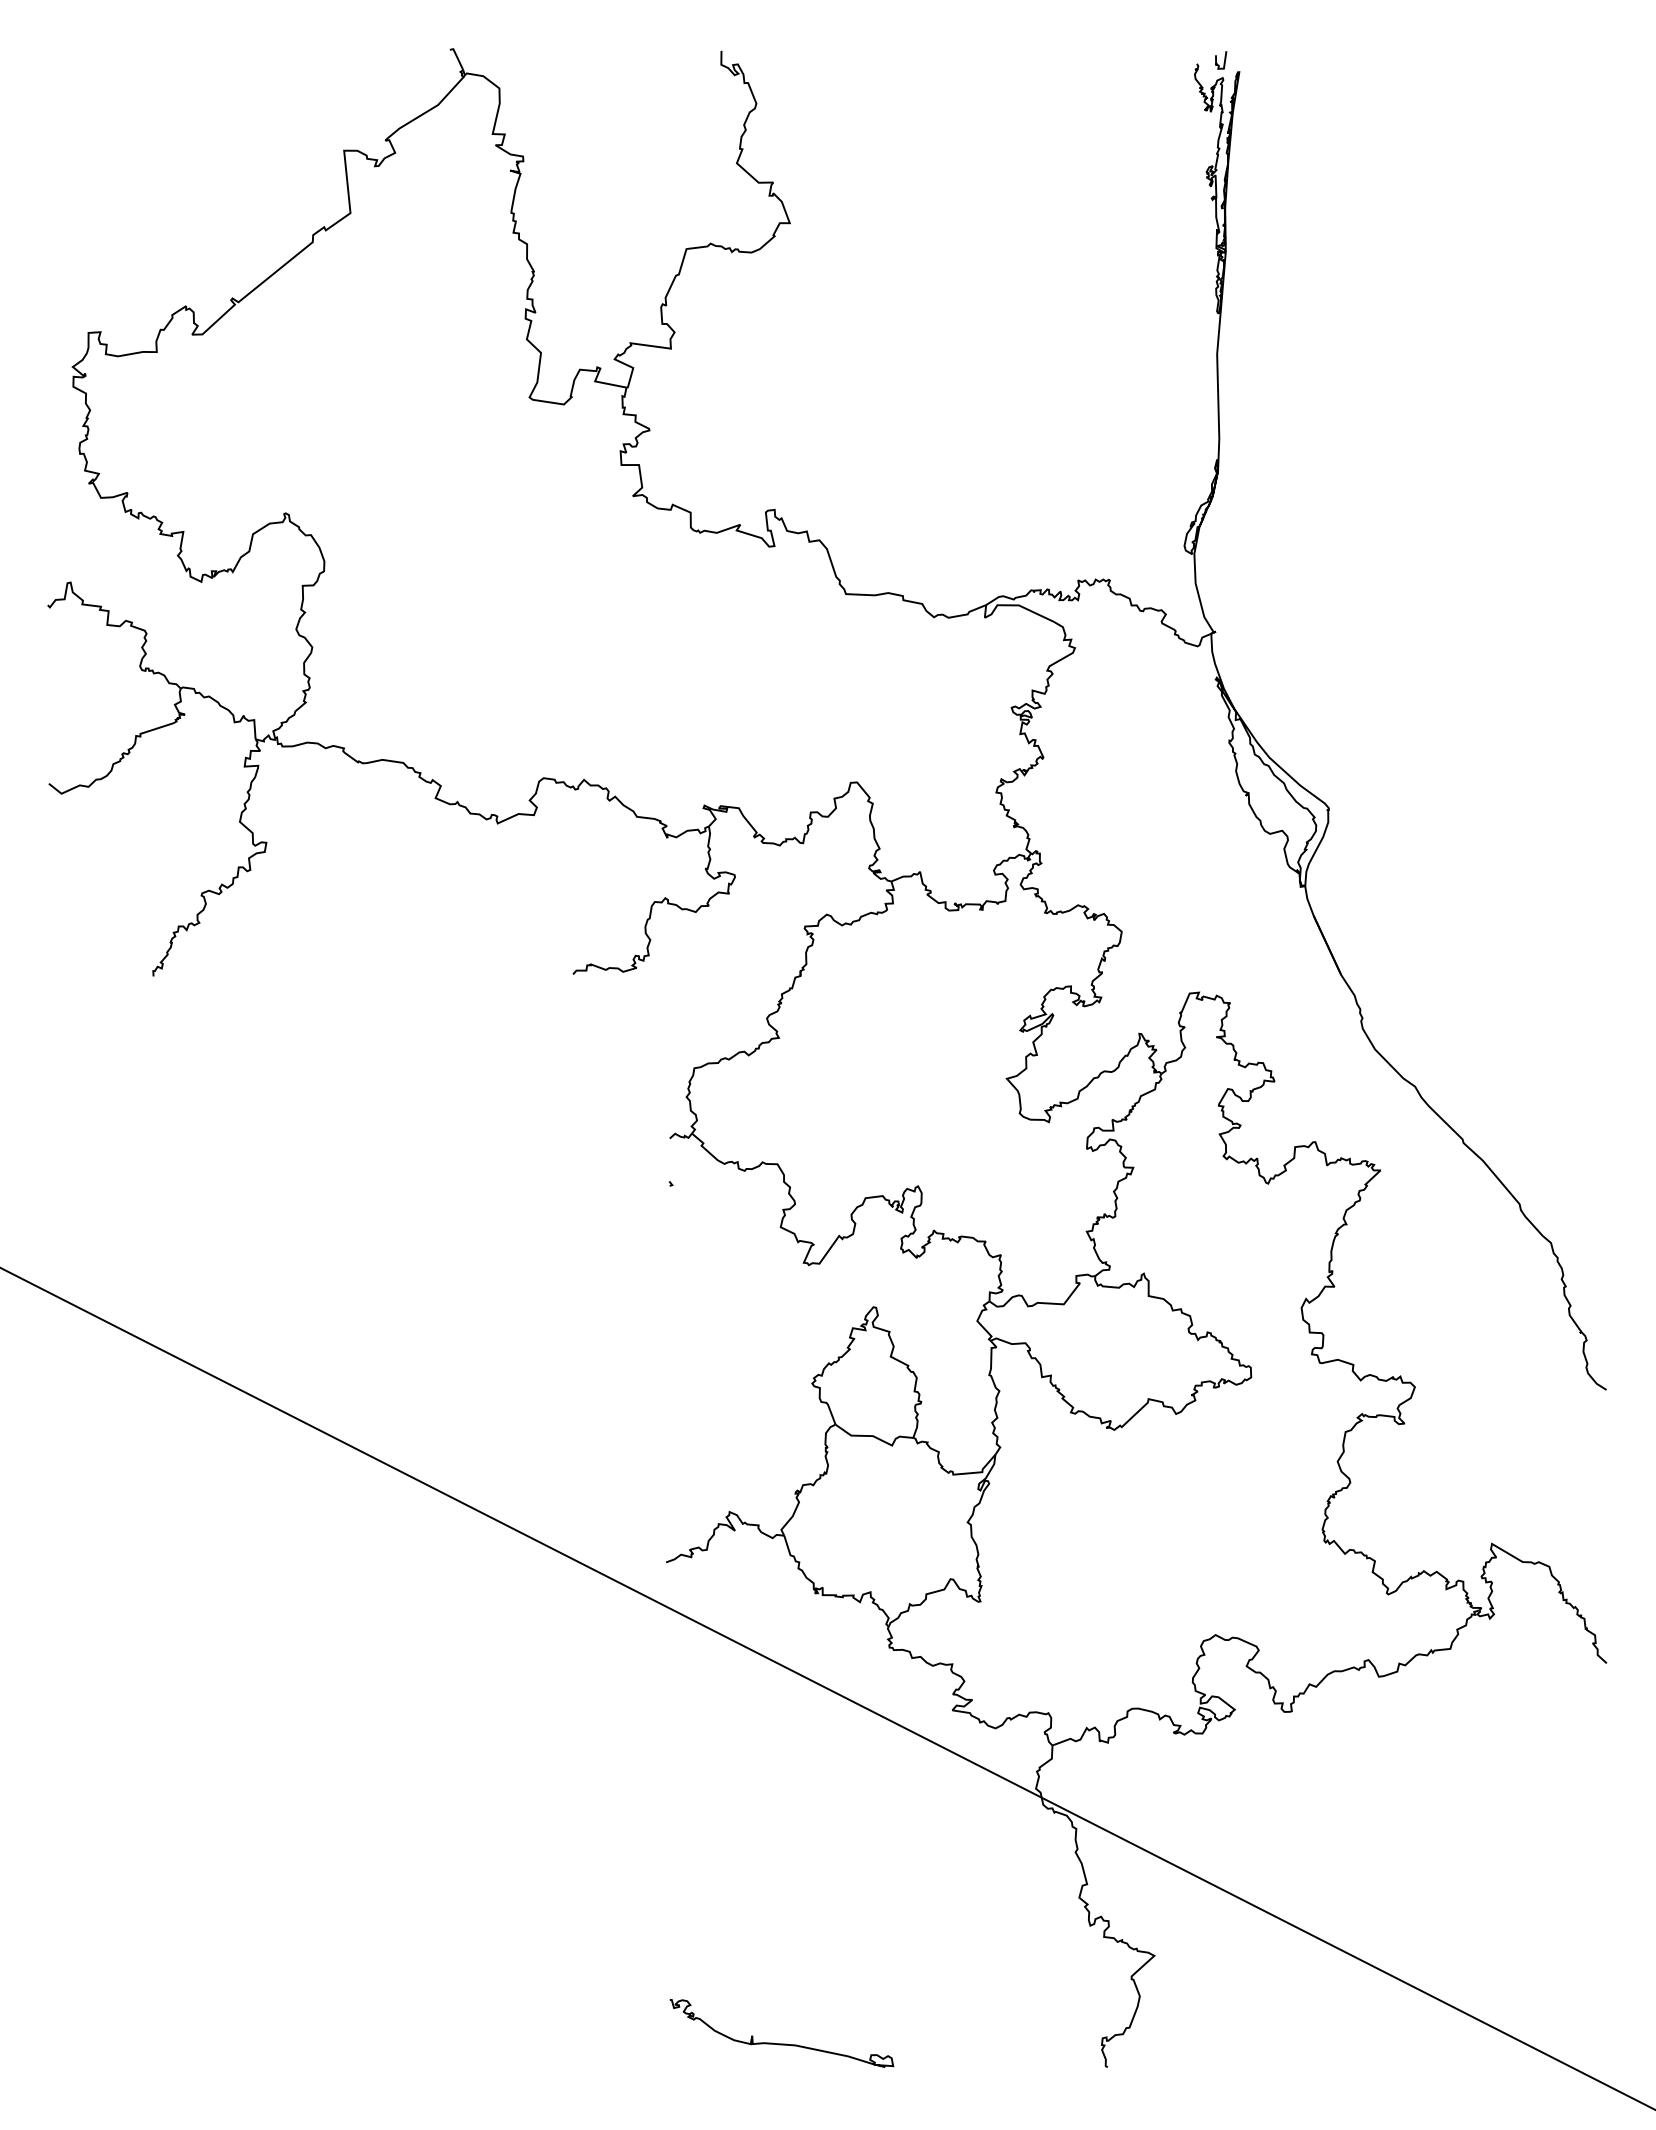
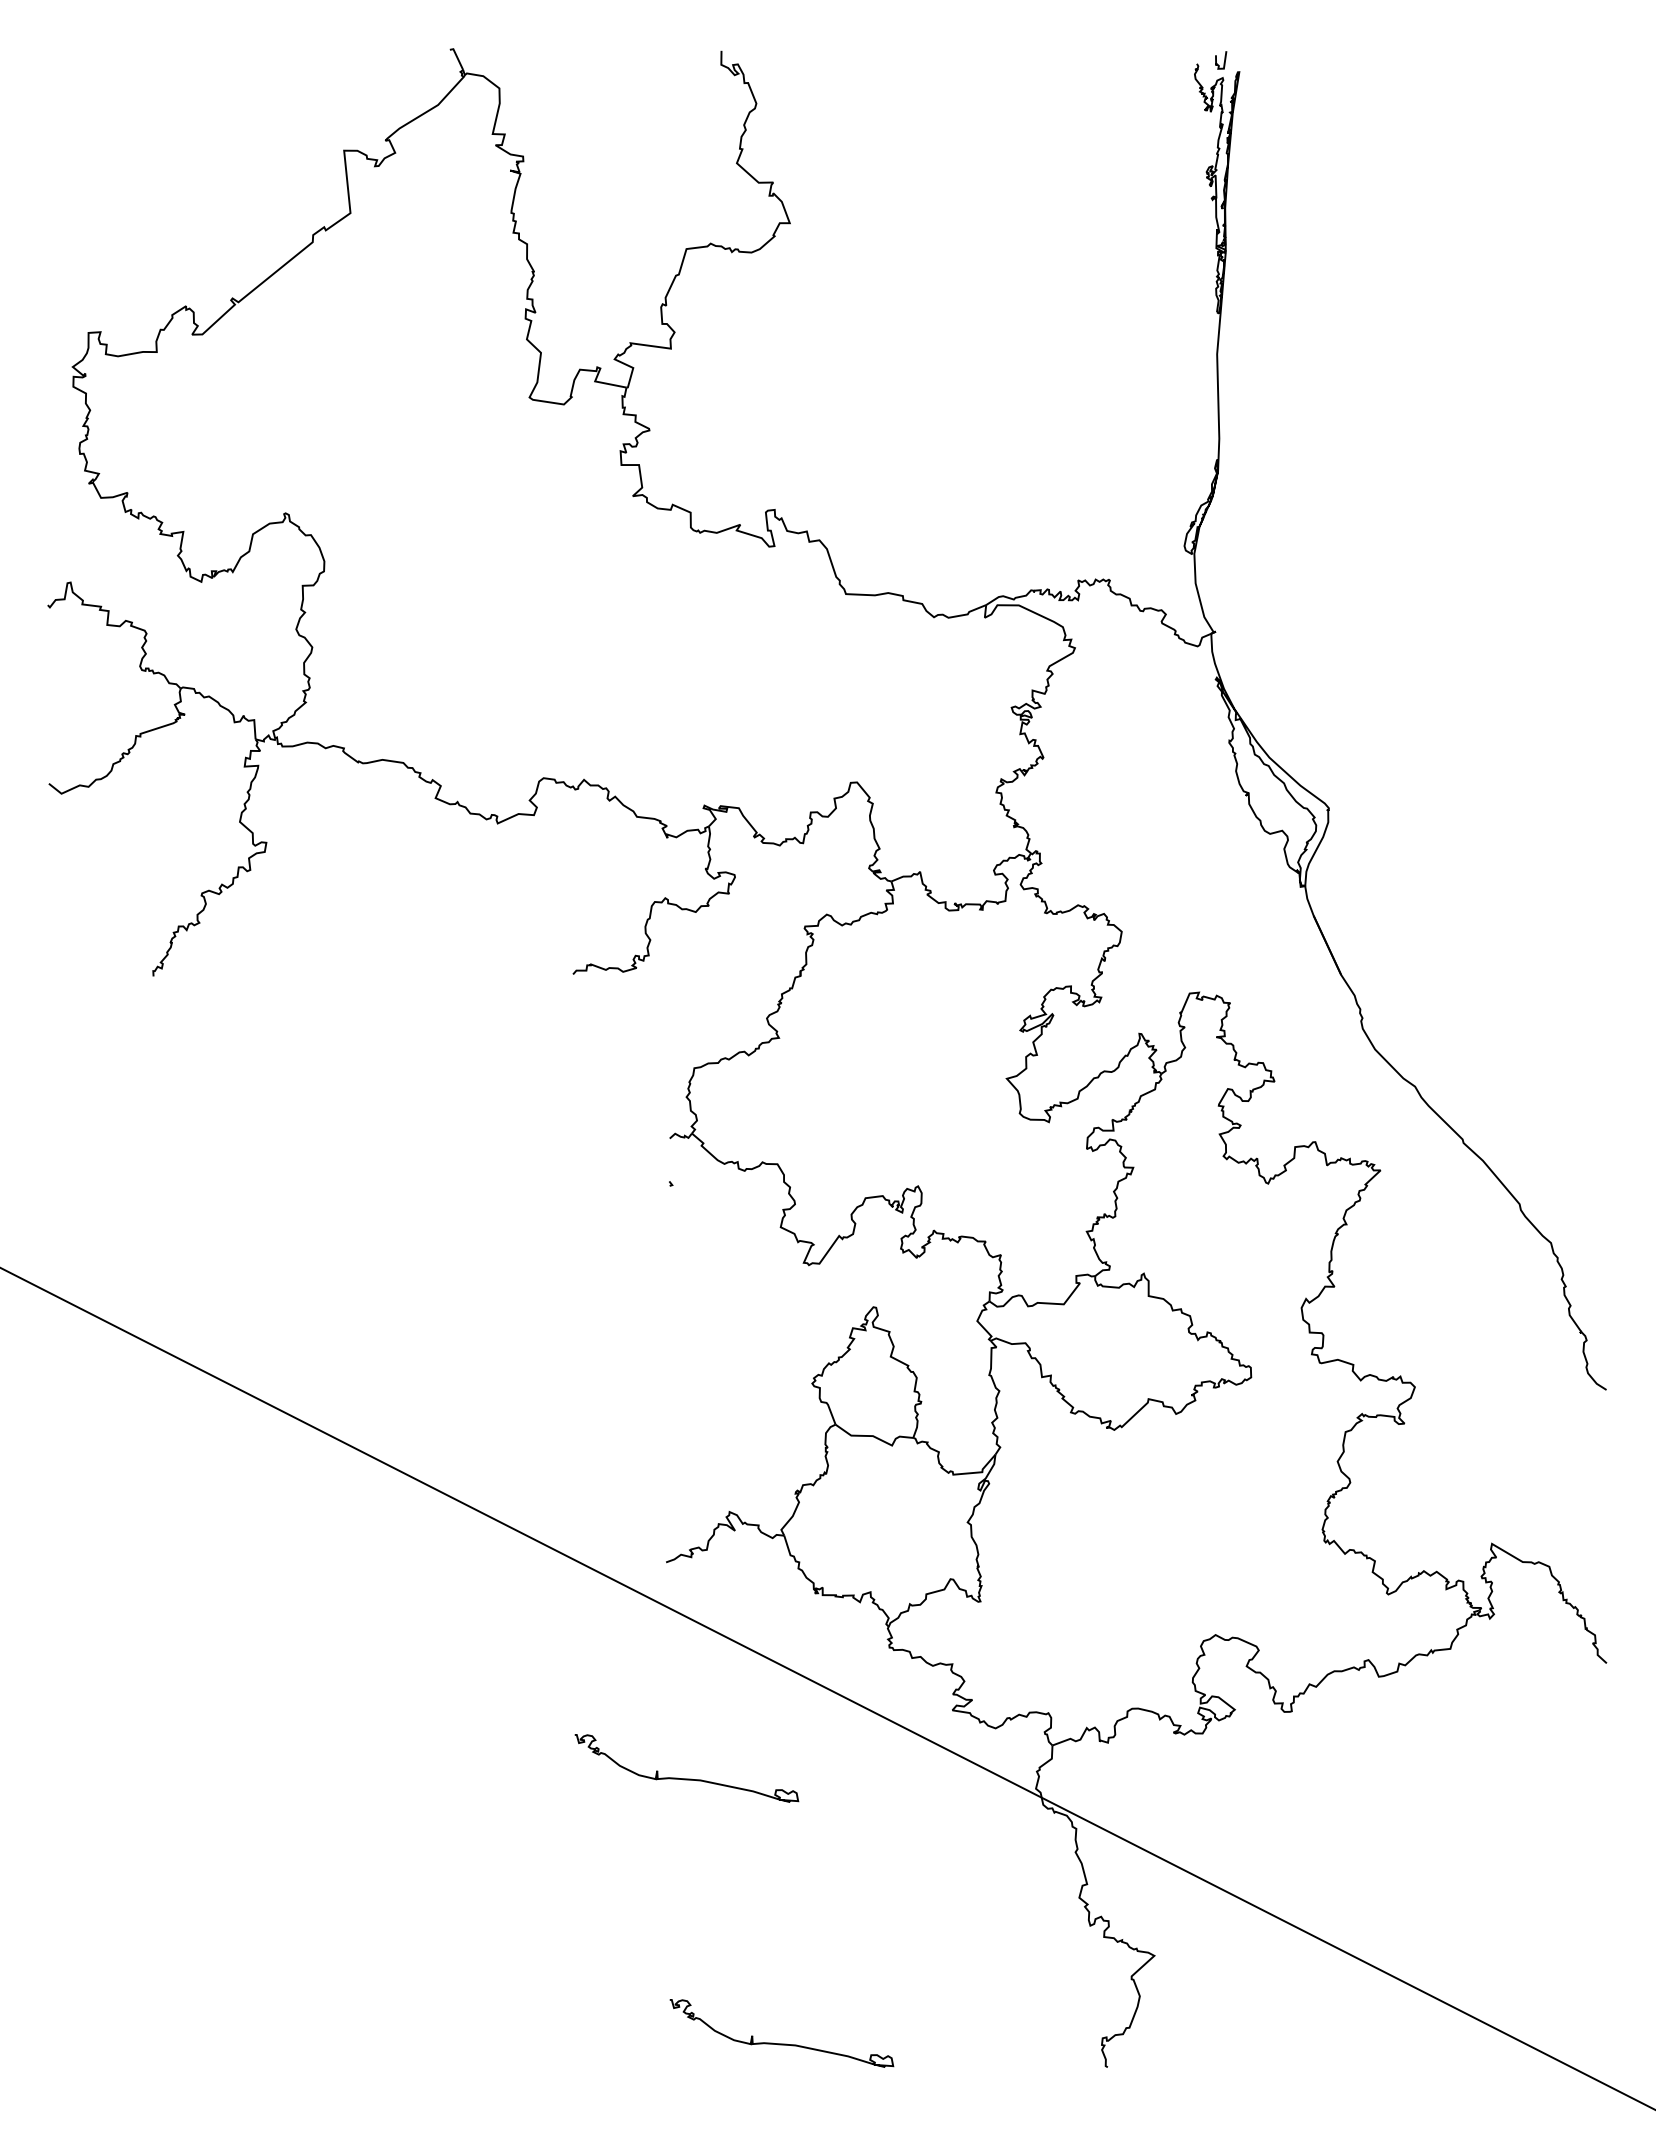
curve at (686, 1778): none -> present
